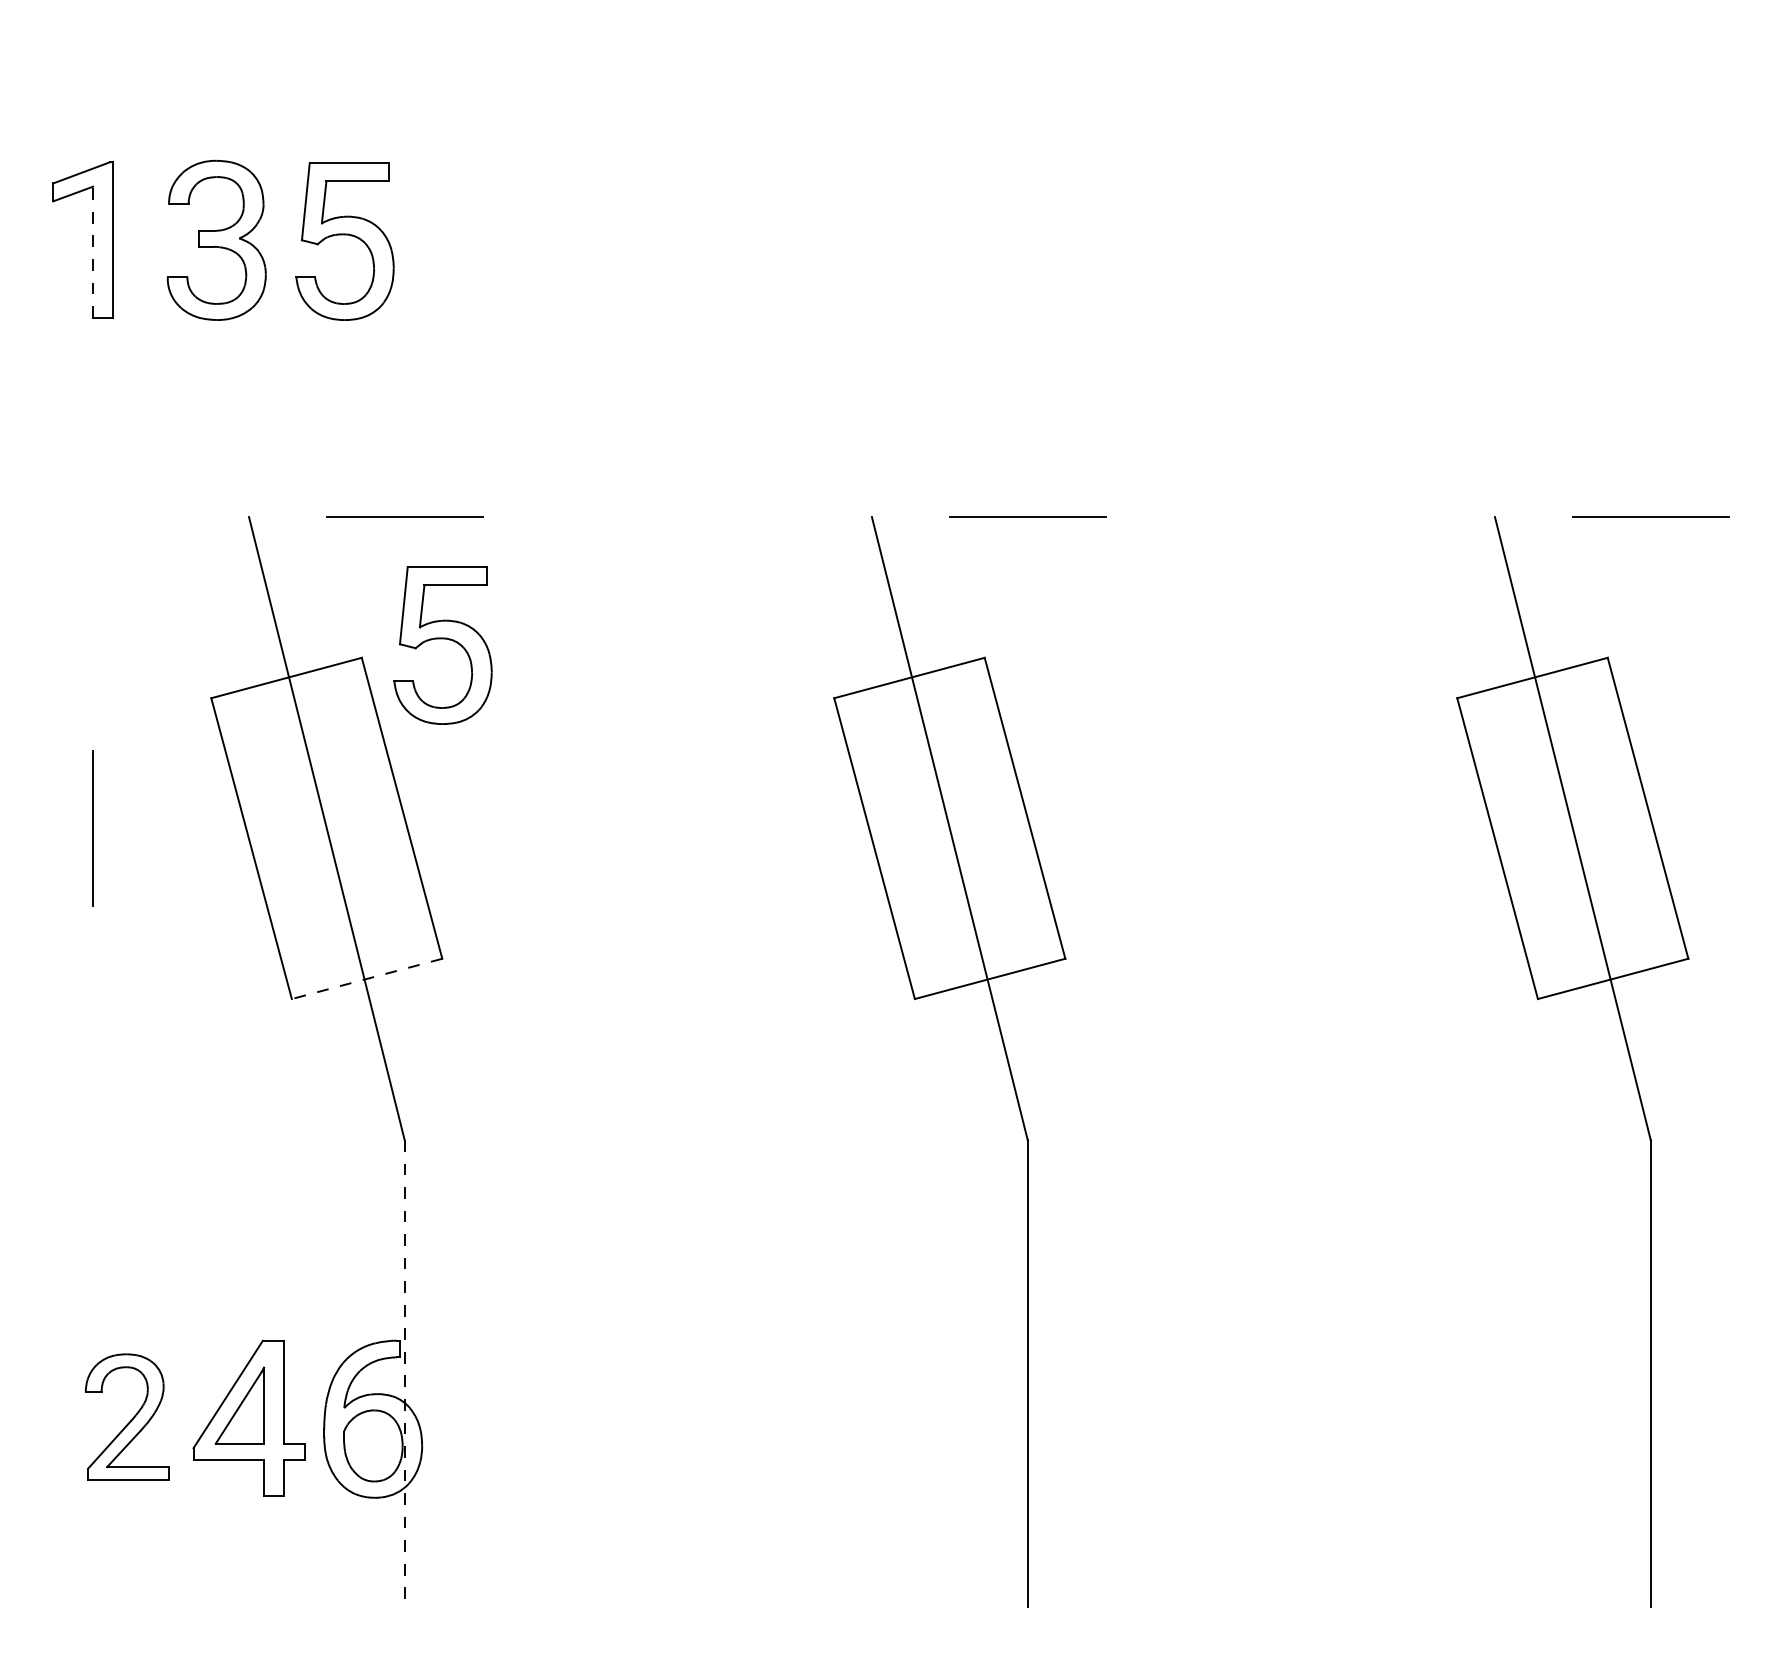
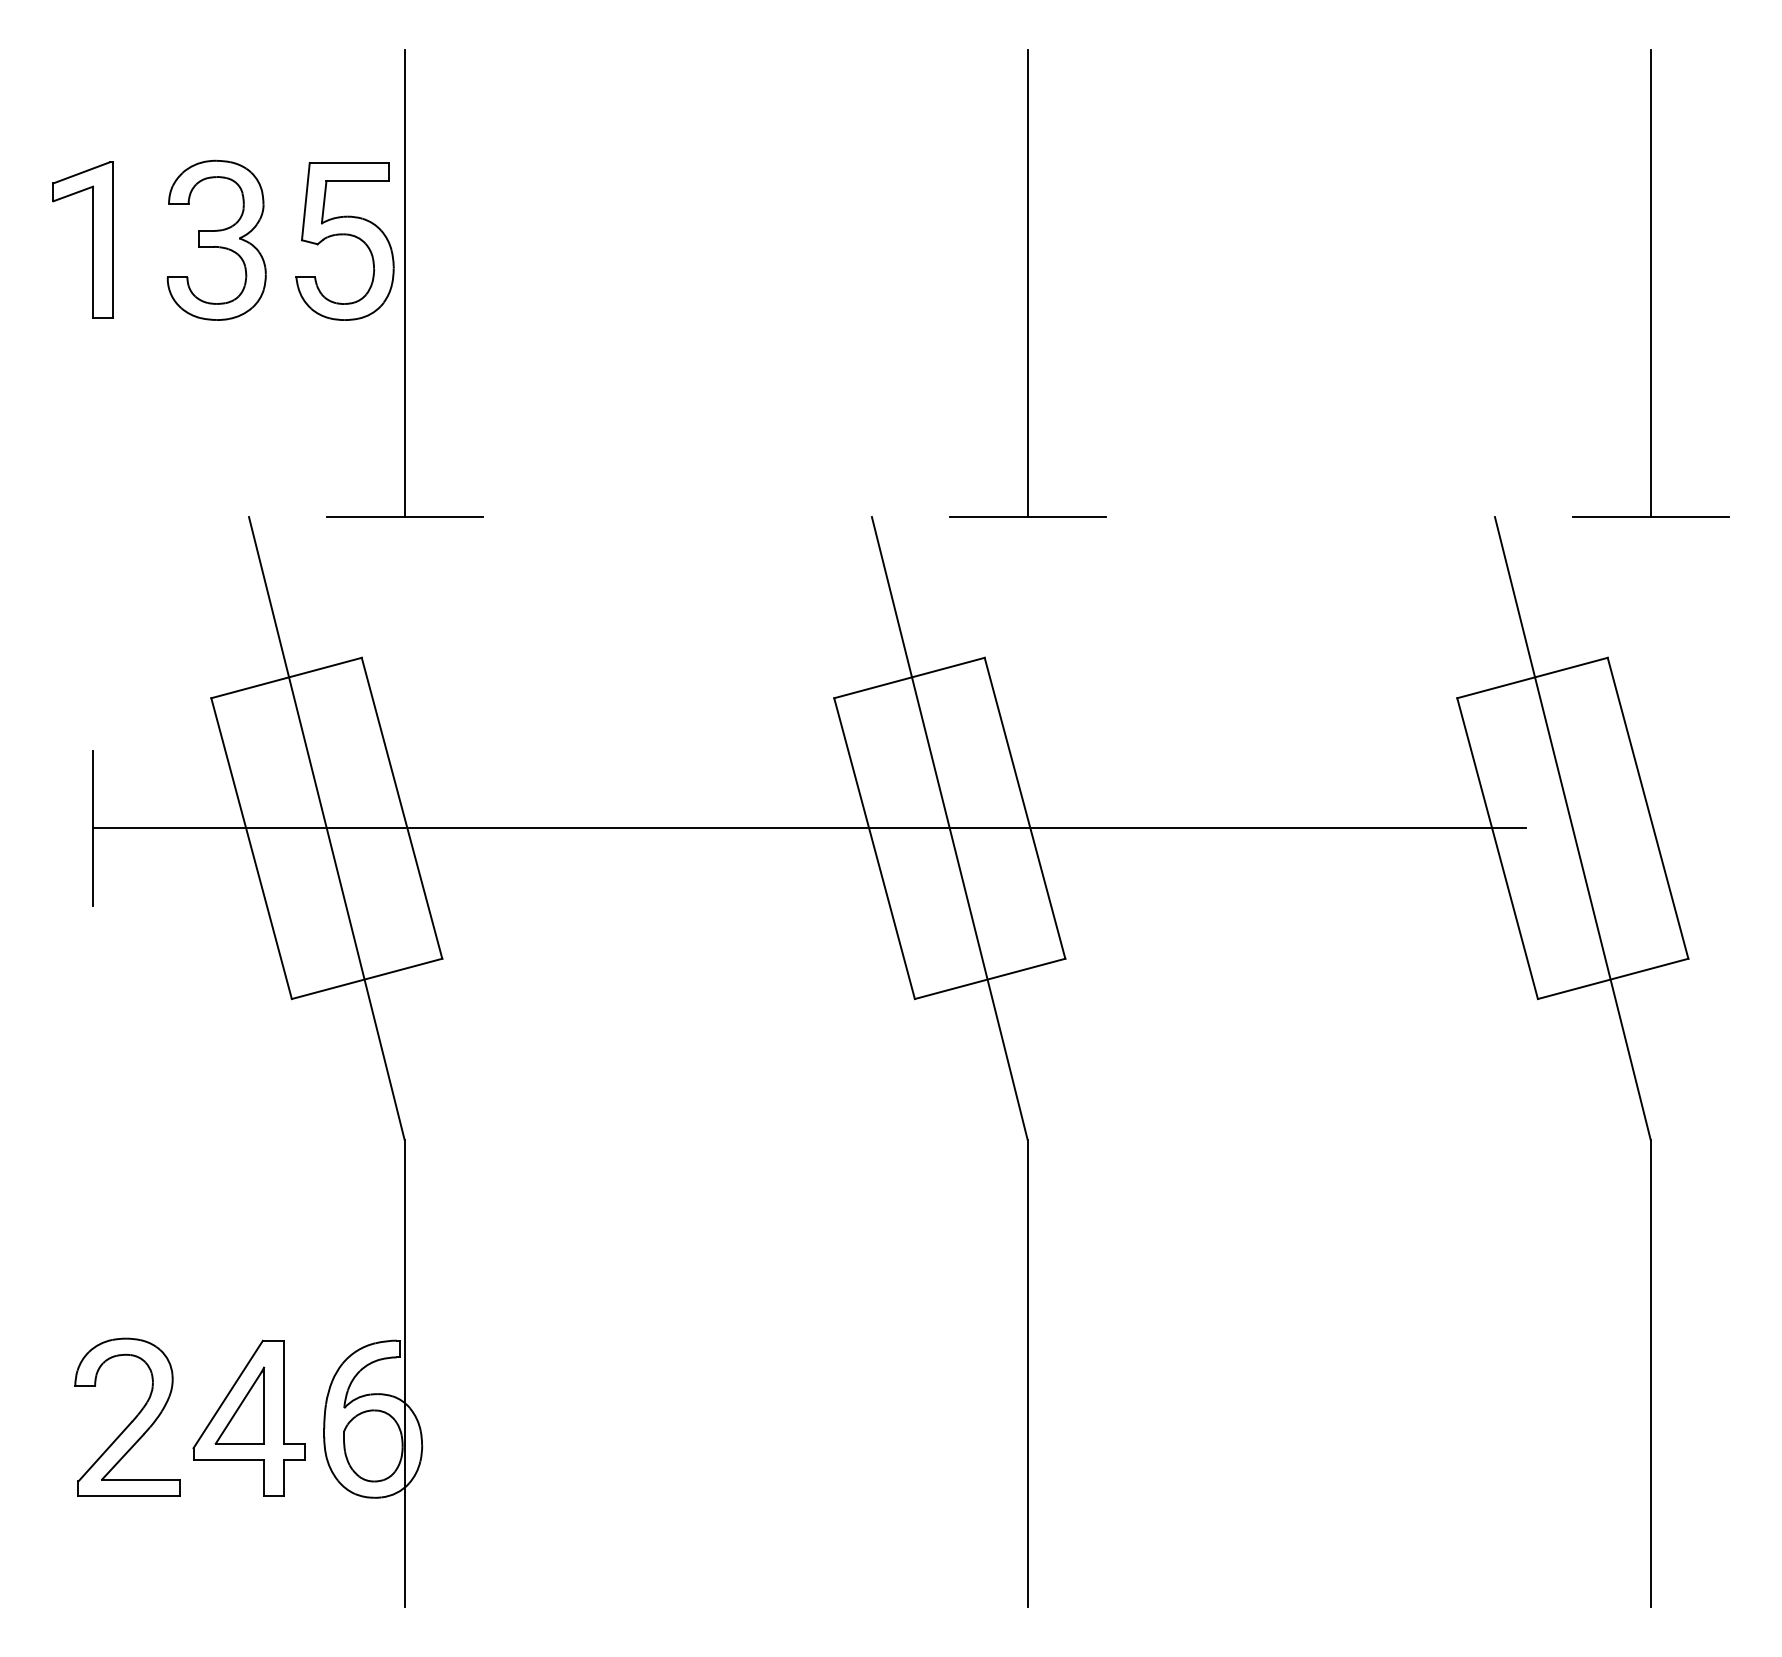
line at (93, 252): dashed -> solid
line at (404, 283): none -> present
line at (1027, 283): none -> present
line at (1650, 283): none -> present
part at (442, 645): present -> none
line at (809, 828): none -> present
line at (367, 978): dashed -> solid
line at (404, 1373): dashed -> solid
part at (126, 1416) size: 86x128 px -> 107x160 px
